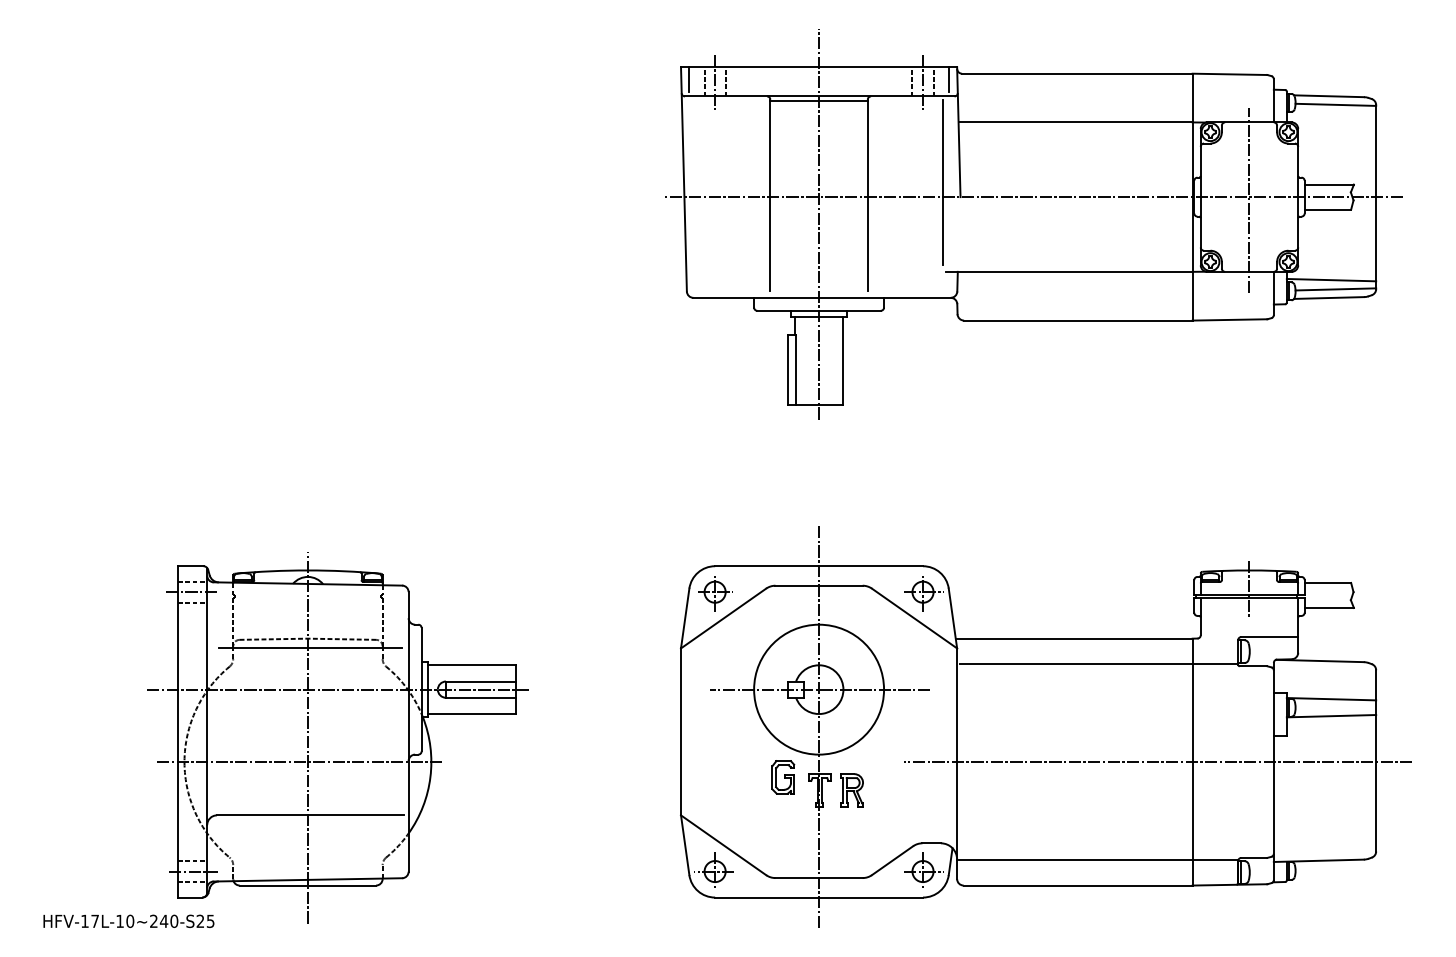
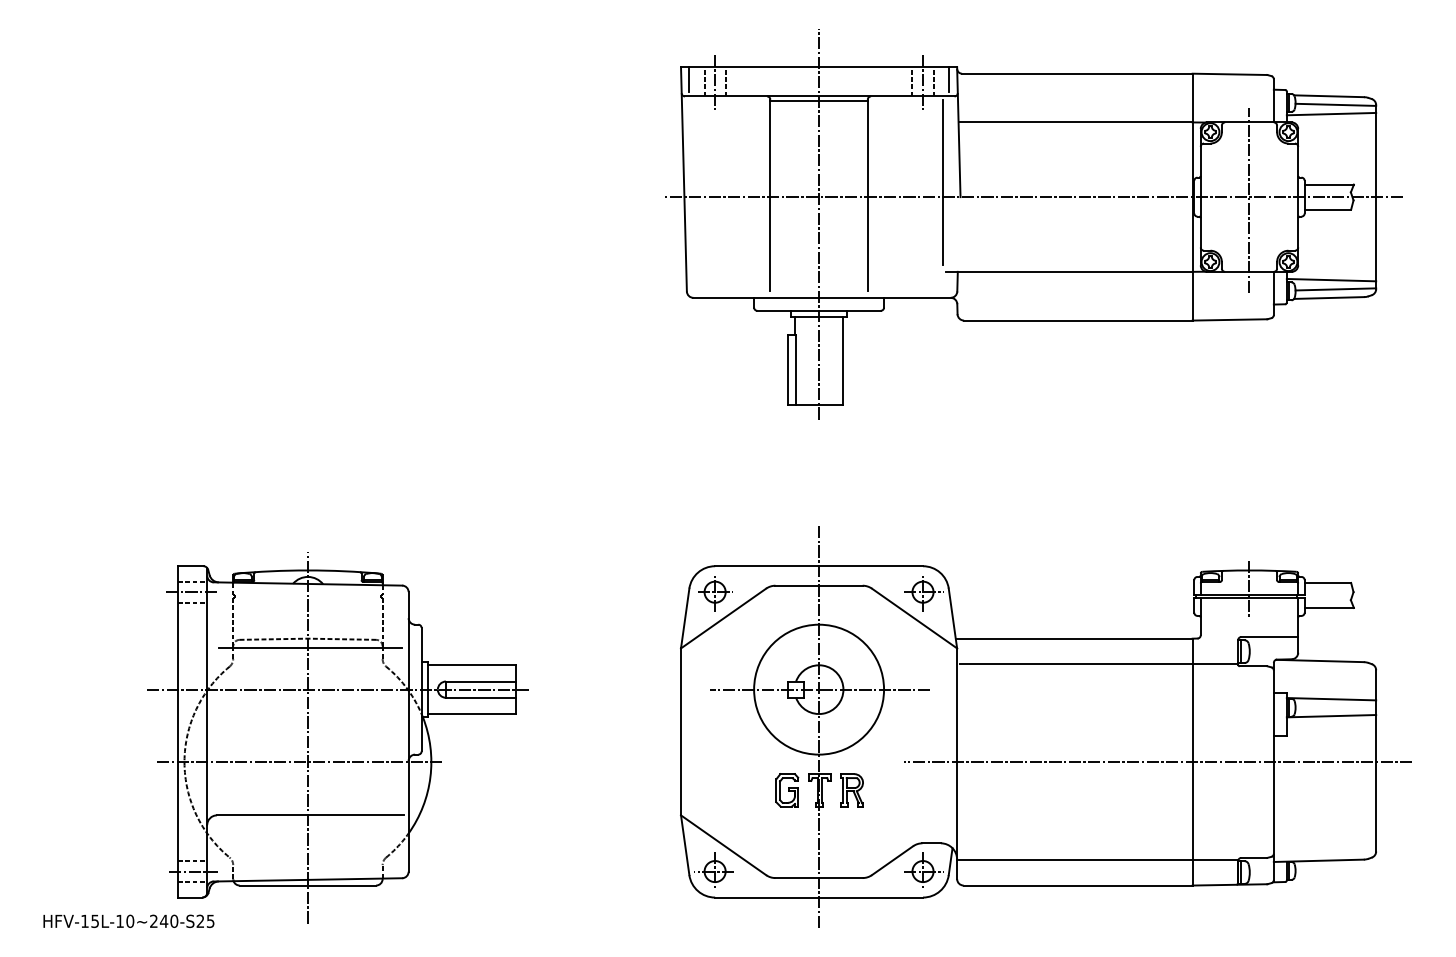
line at (1331, 113): none -> present
part at (783, 777) position: (783, 777) -> (787, 790)
text at (94, 921): HFV-17L-10~240-S25 -> HFV-15L-10~240-S25
